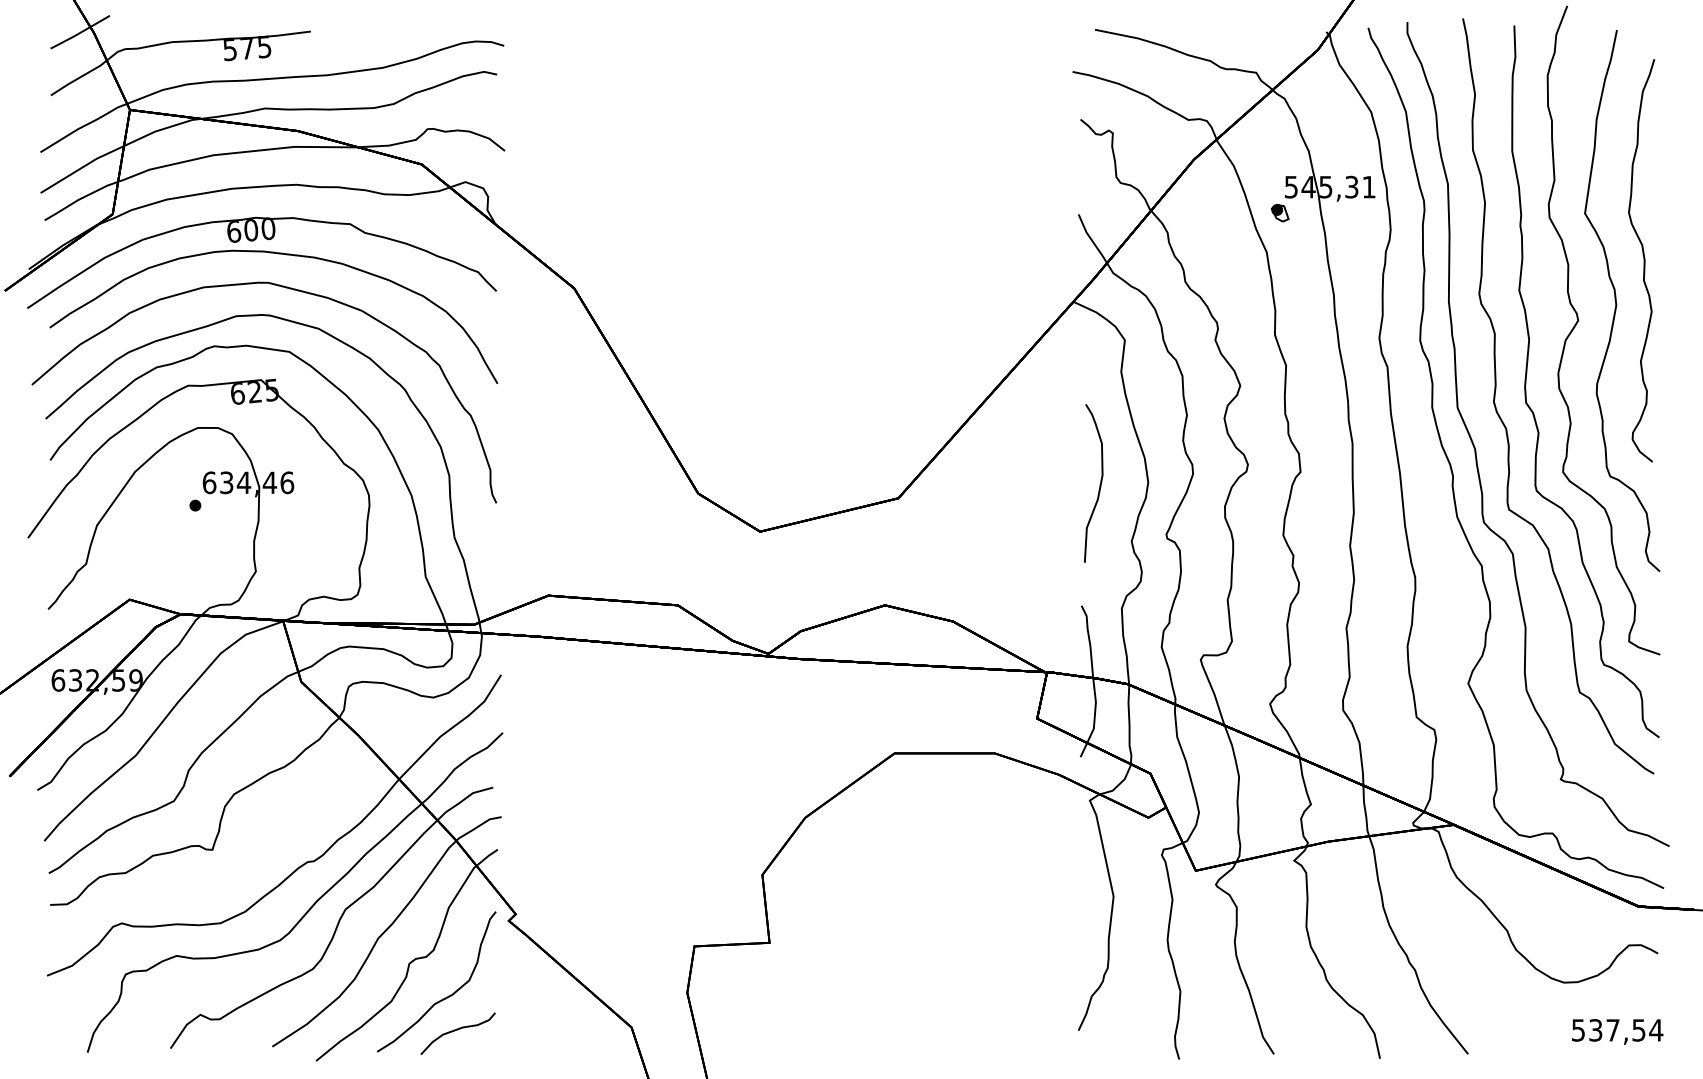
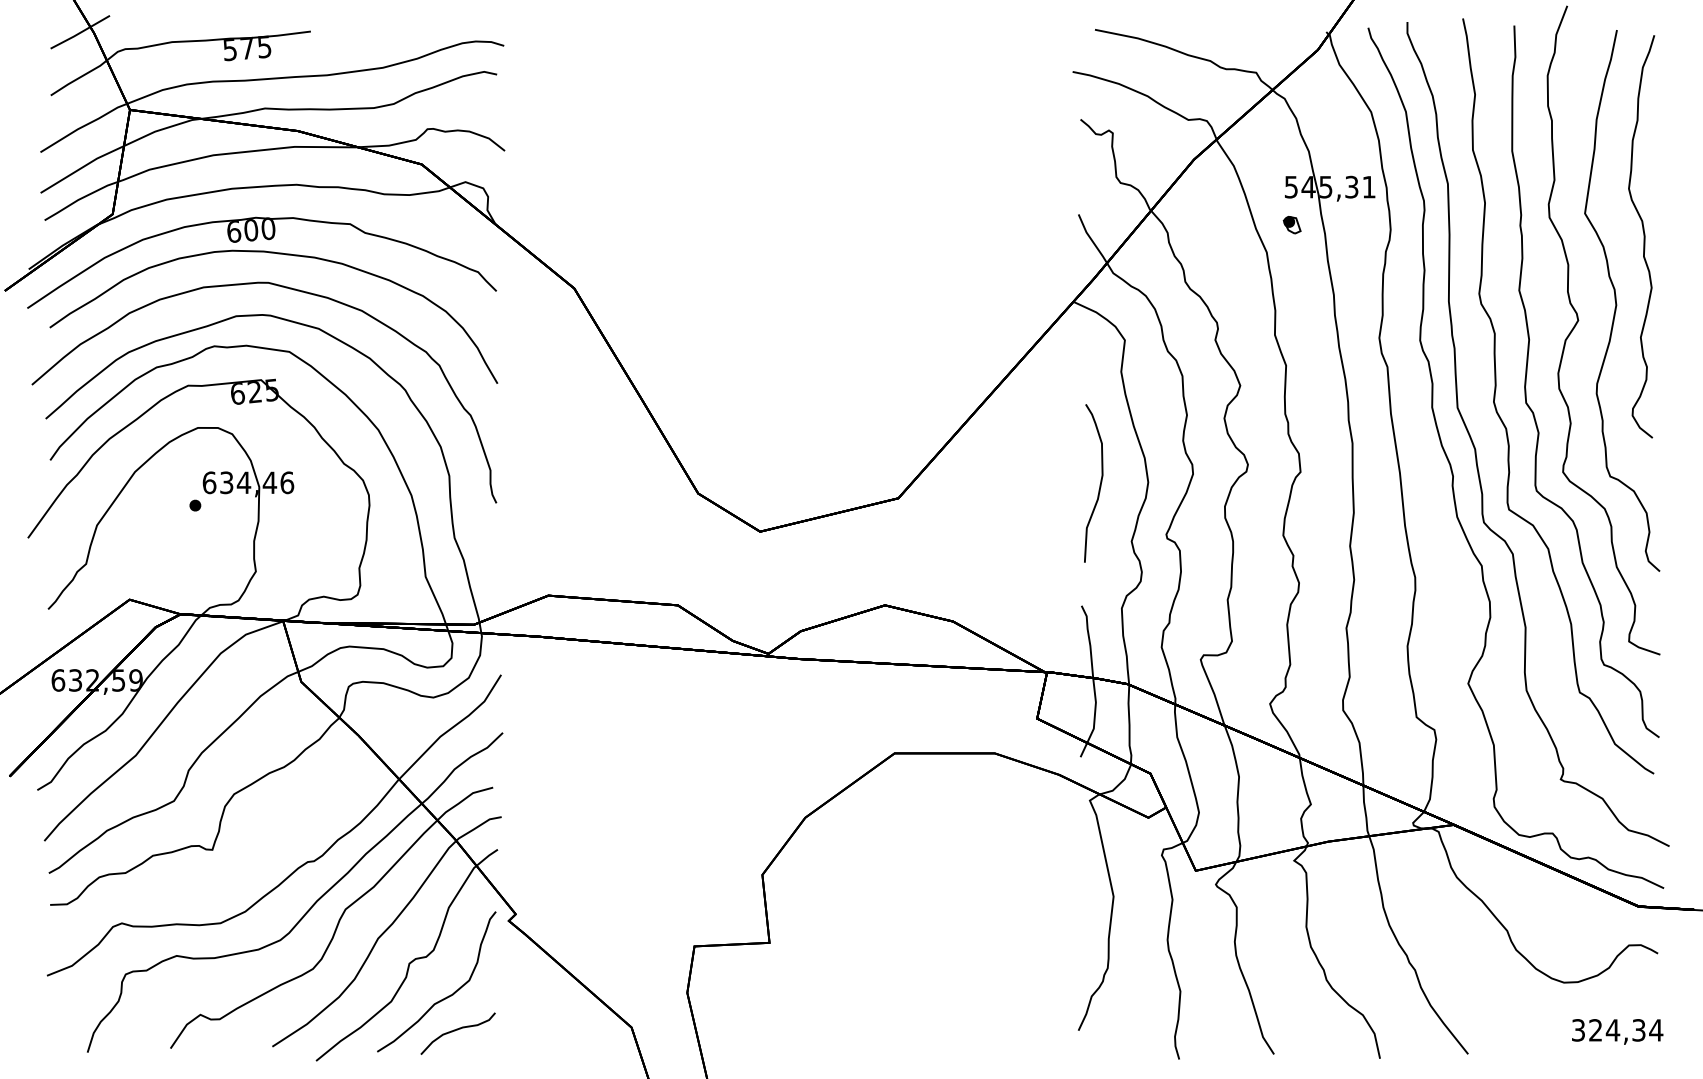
part at (1279, 213) position: (1279, 213) -> (1291, 225)
part at (1641, 260) position: (1641, 260) -> (1641, 236)
text at (1608, 1030): 537,54 -> 324,34
